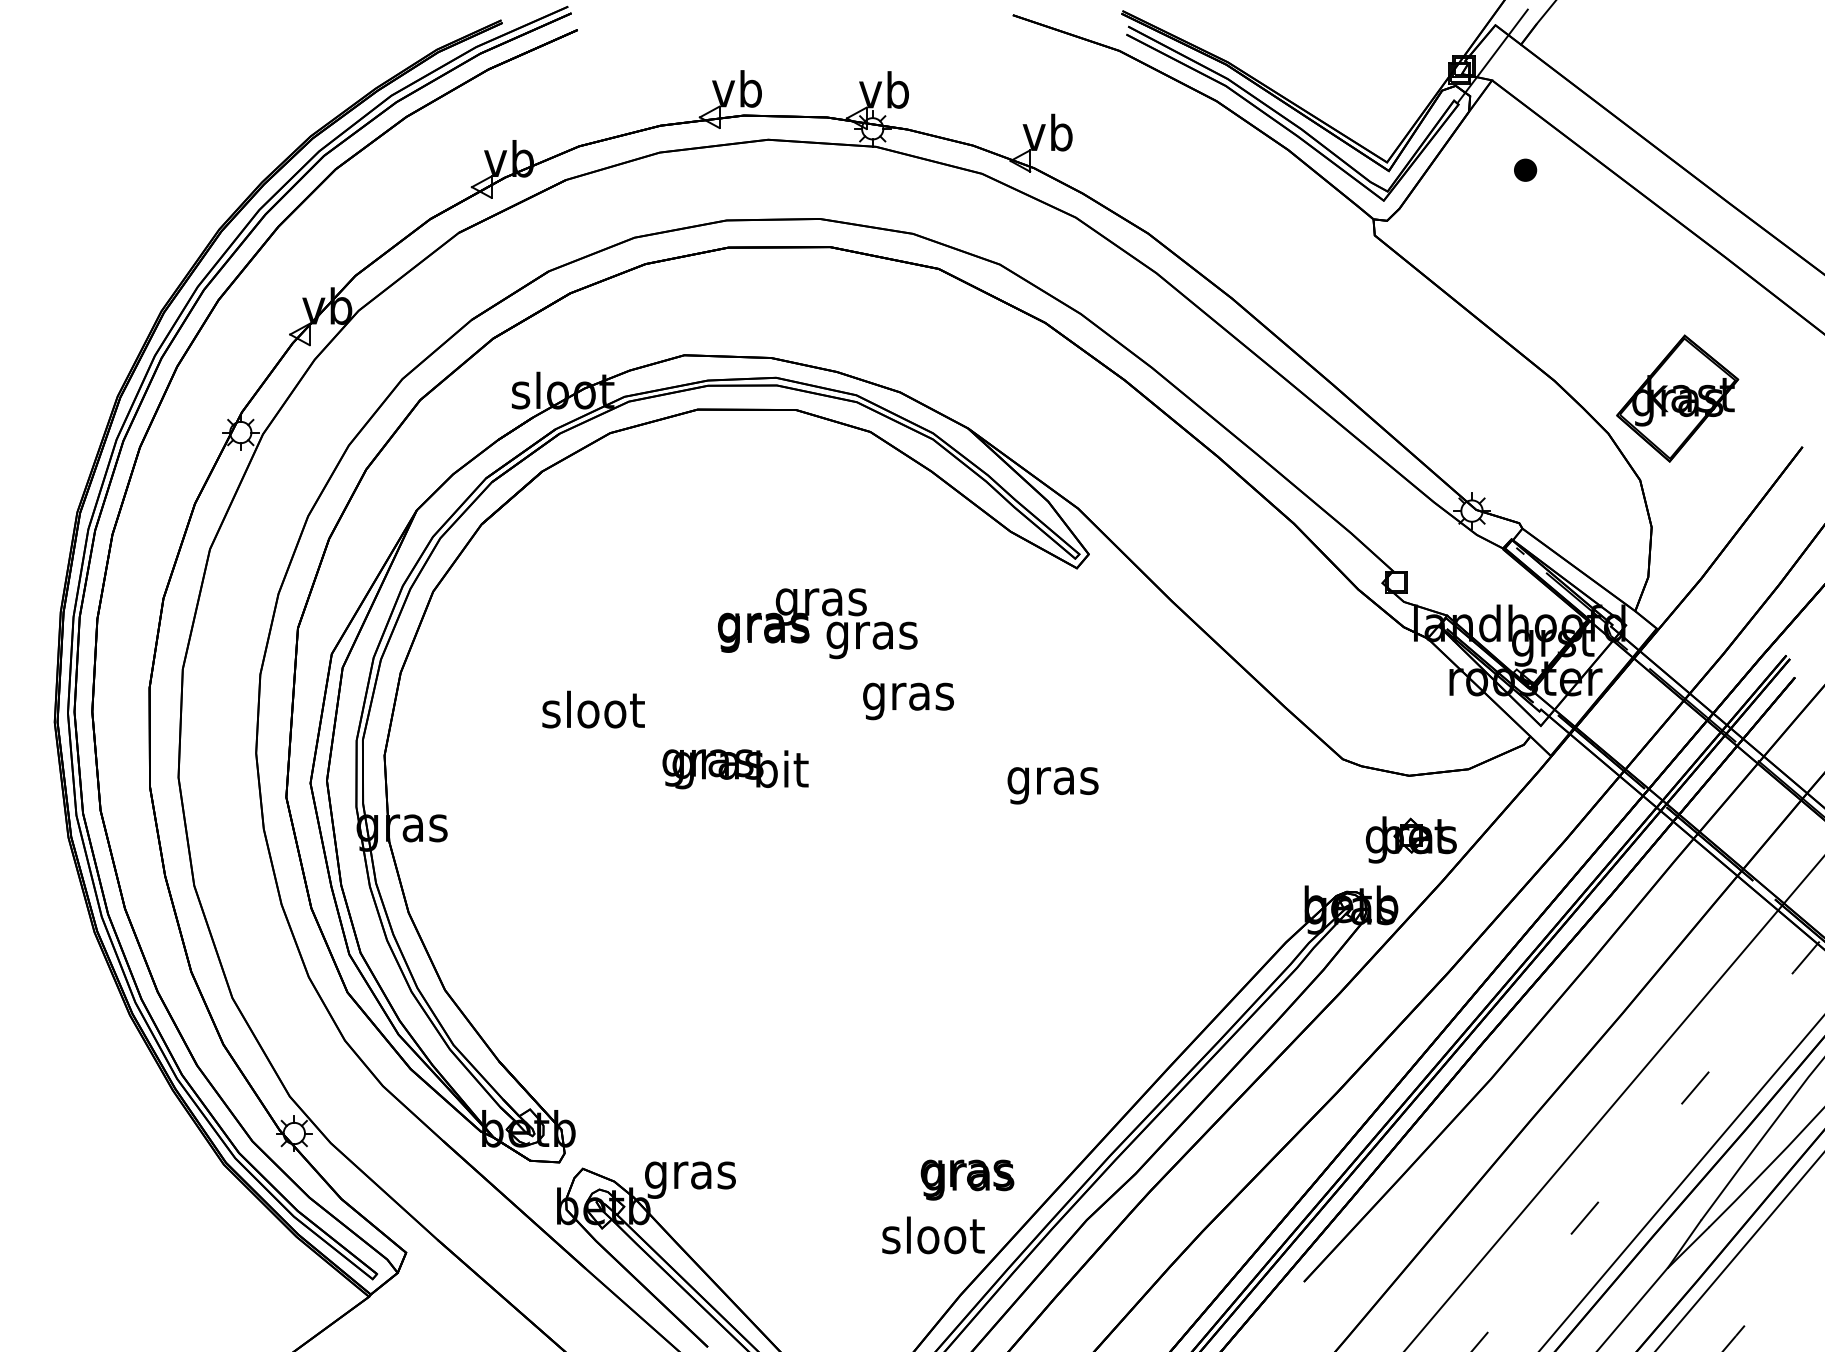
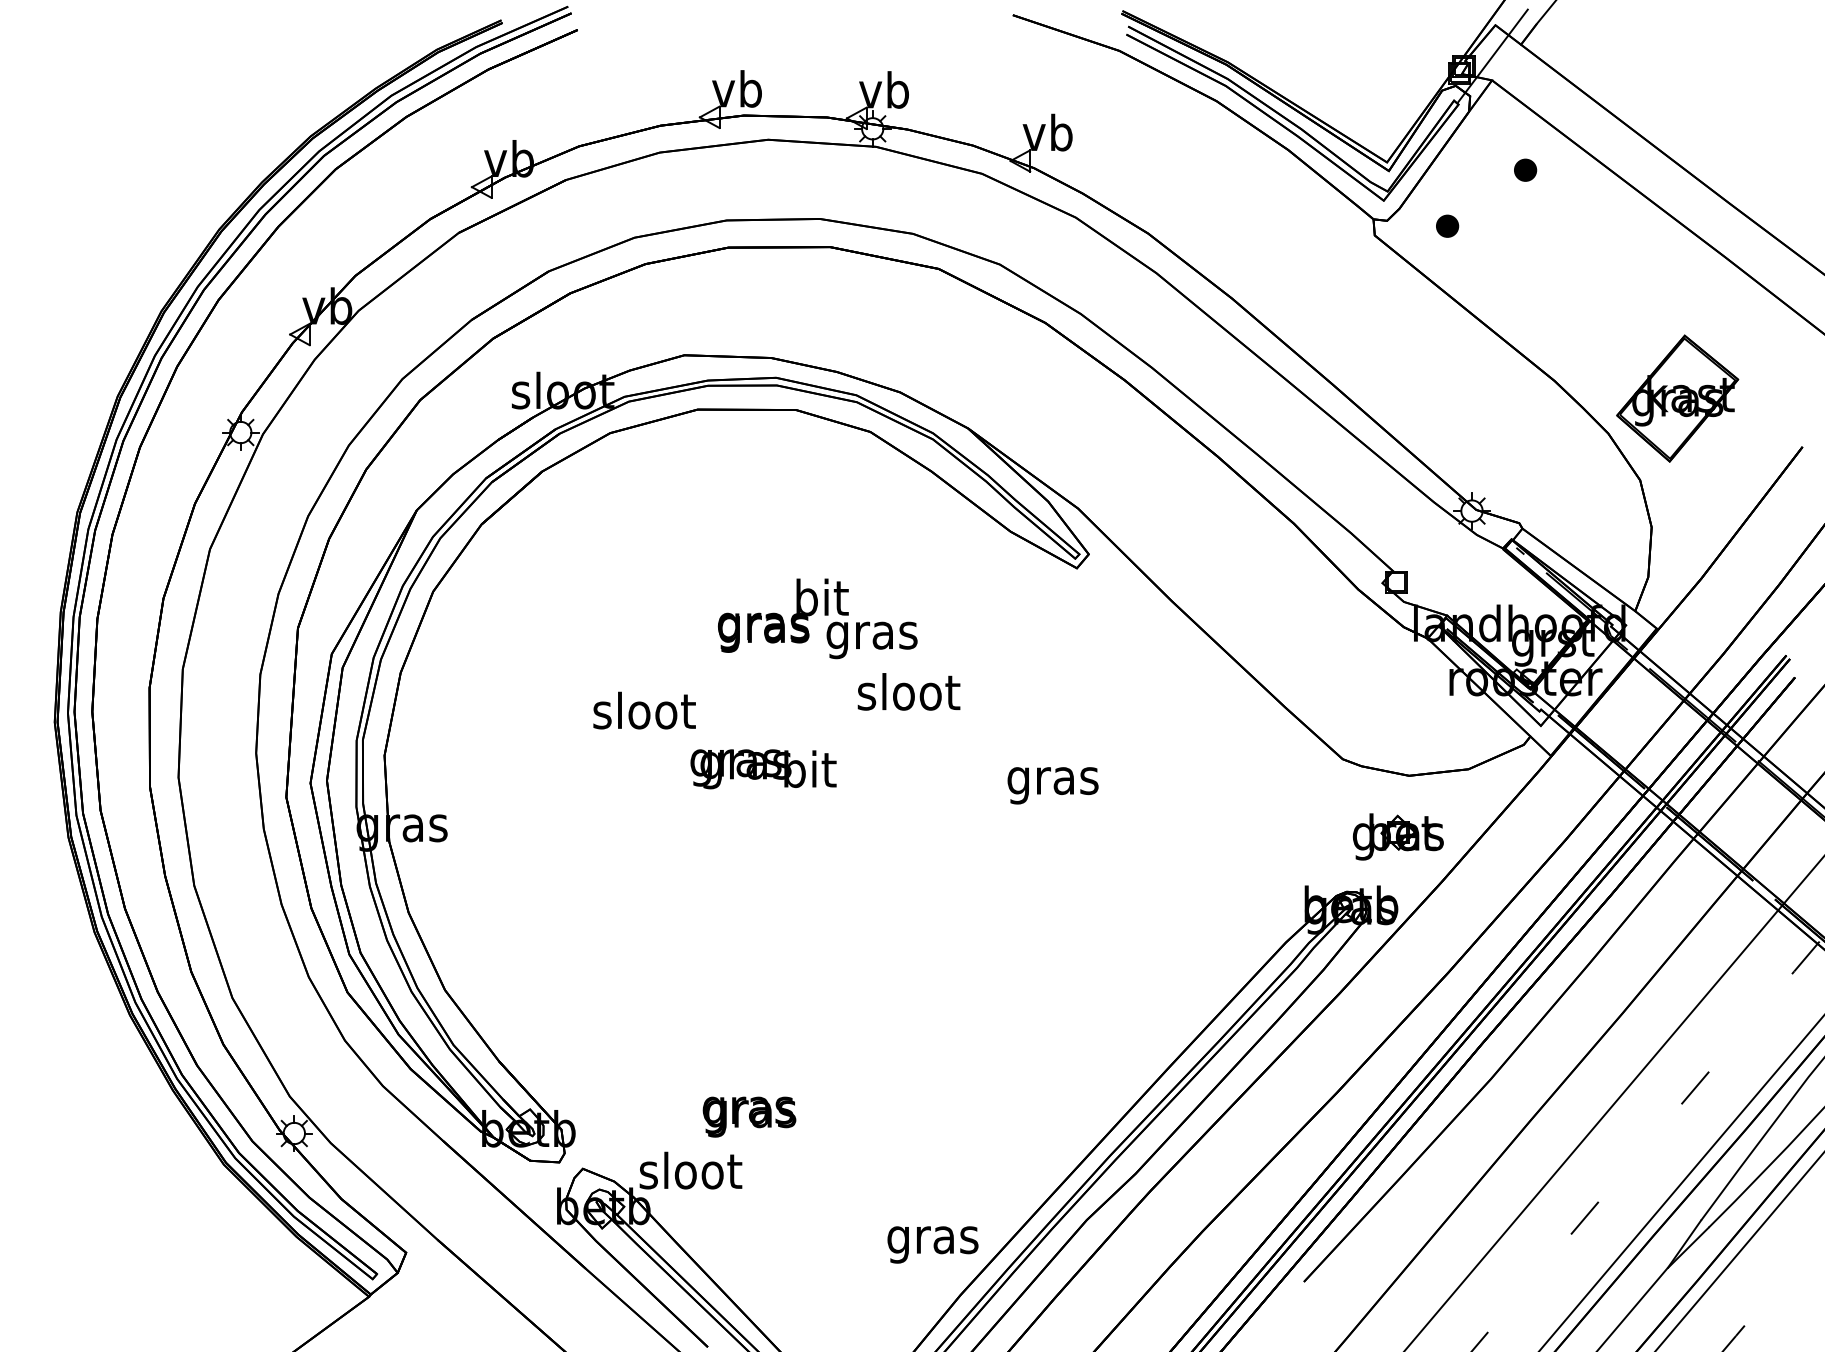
part at (1447, 225): none -> present
text at (820, 601): gras -> bit
text at (908, 696): gras -> sloot
text at (593, 709) position: (593, 709) -> (644, 710)
text at (735, 769) position: (735, 769) -> (763, 769)
part at (1410, 839) position: (1410, 839) -> (1397, 836)
text at (690, 1174): gras -> sloot
text at (967, 1179) position: (967, 1179) -> (749, 1116)
text at (933, 1239): sloot -> gras
